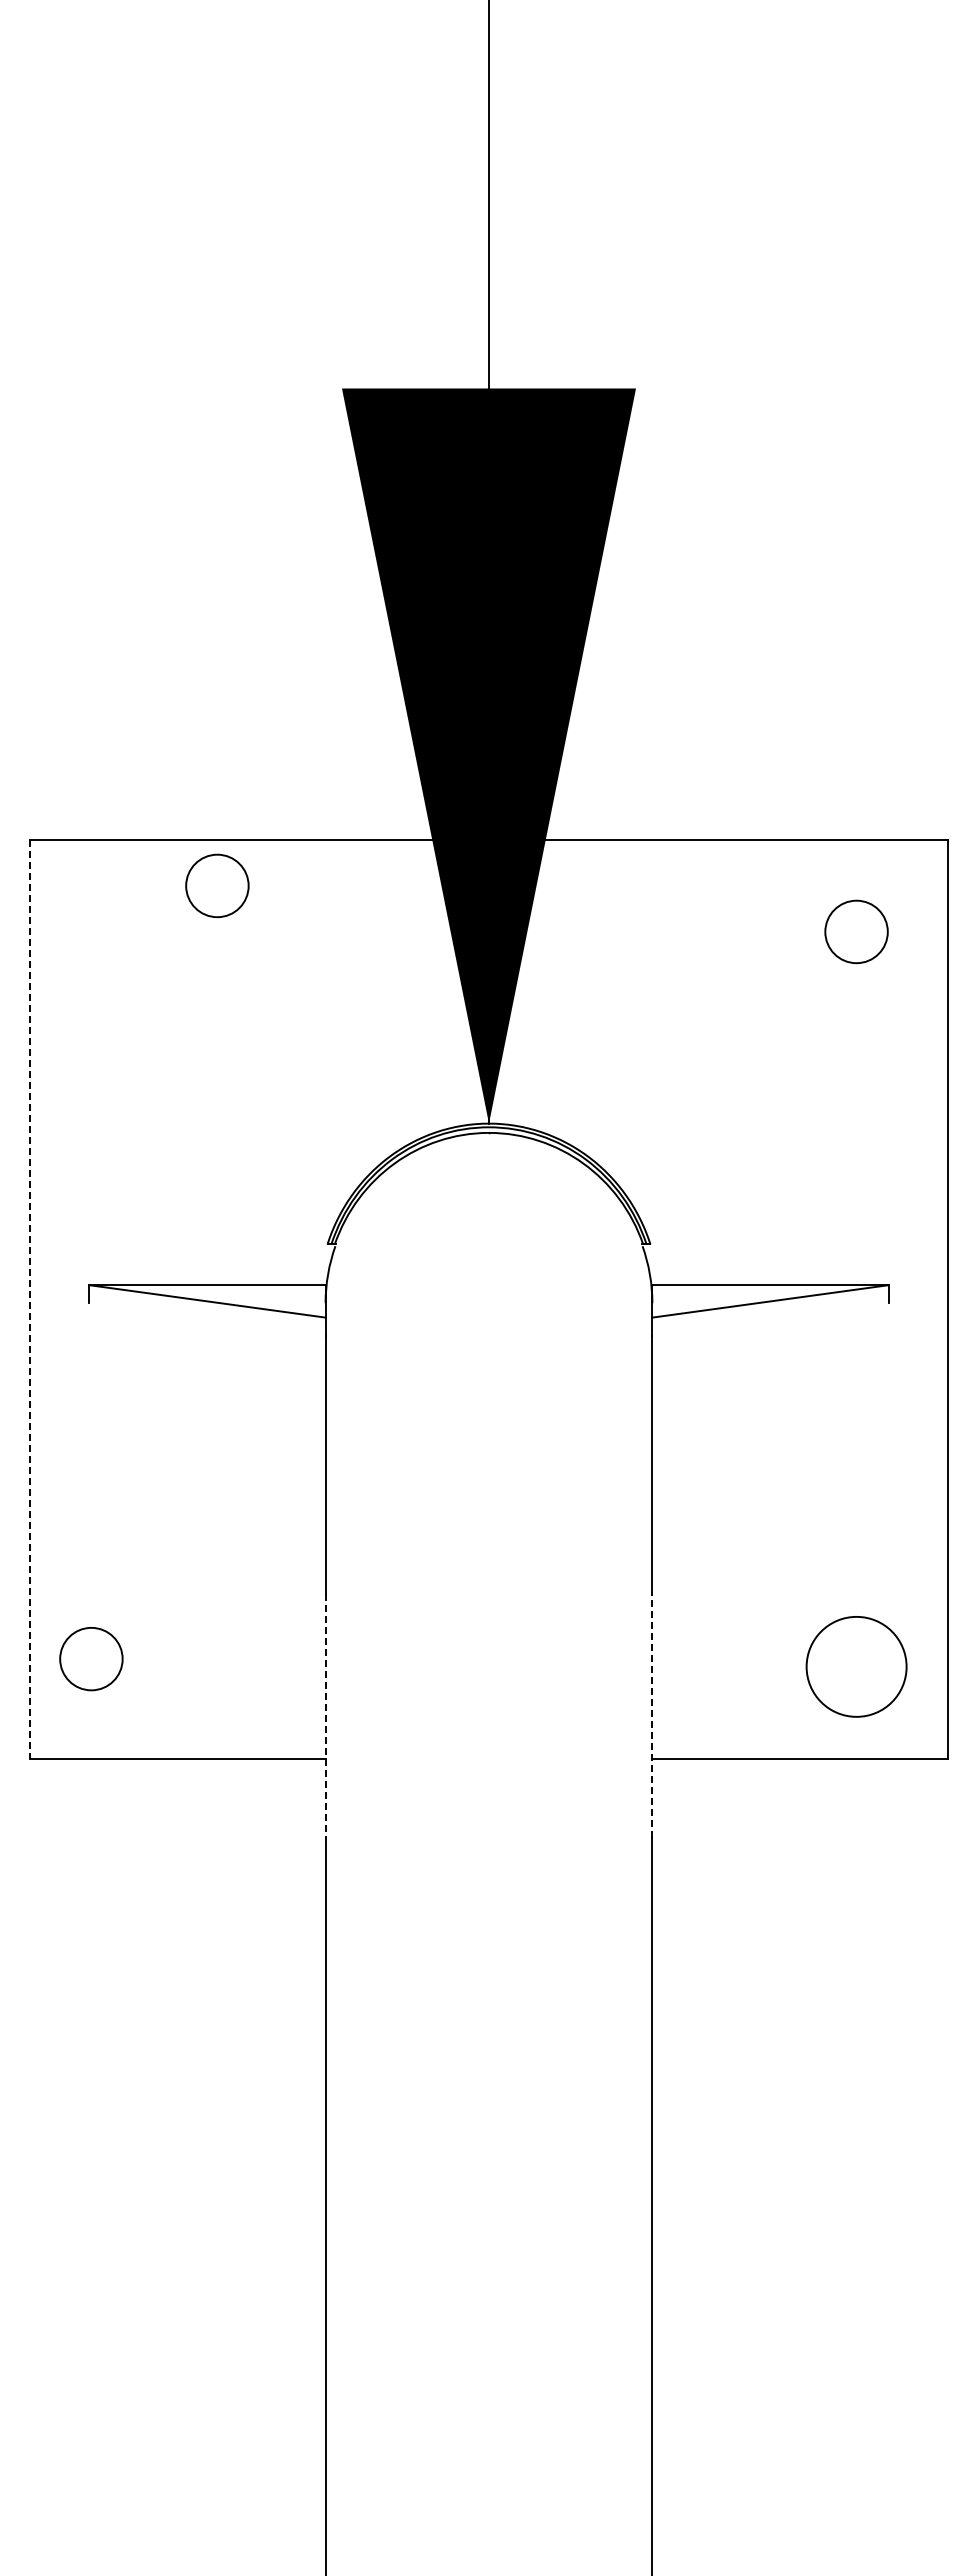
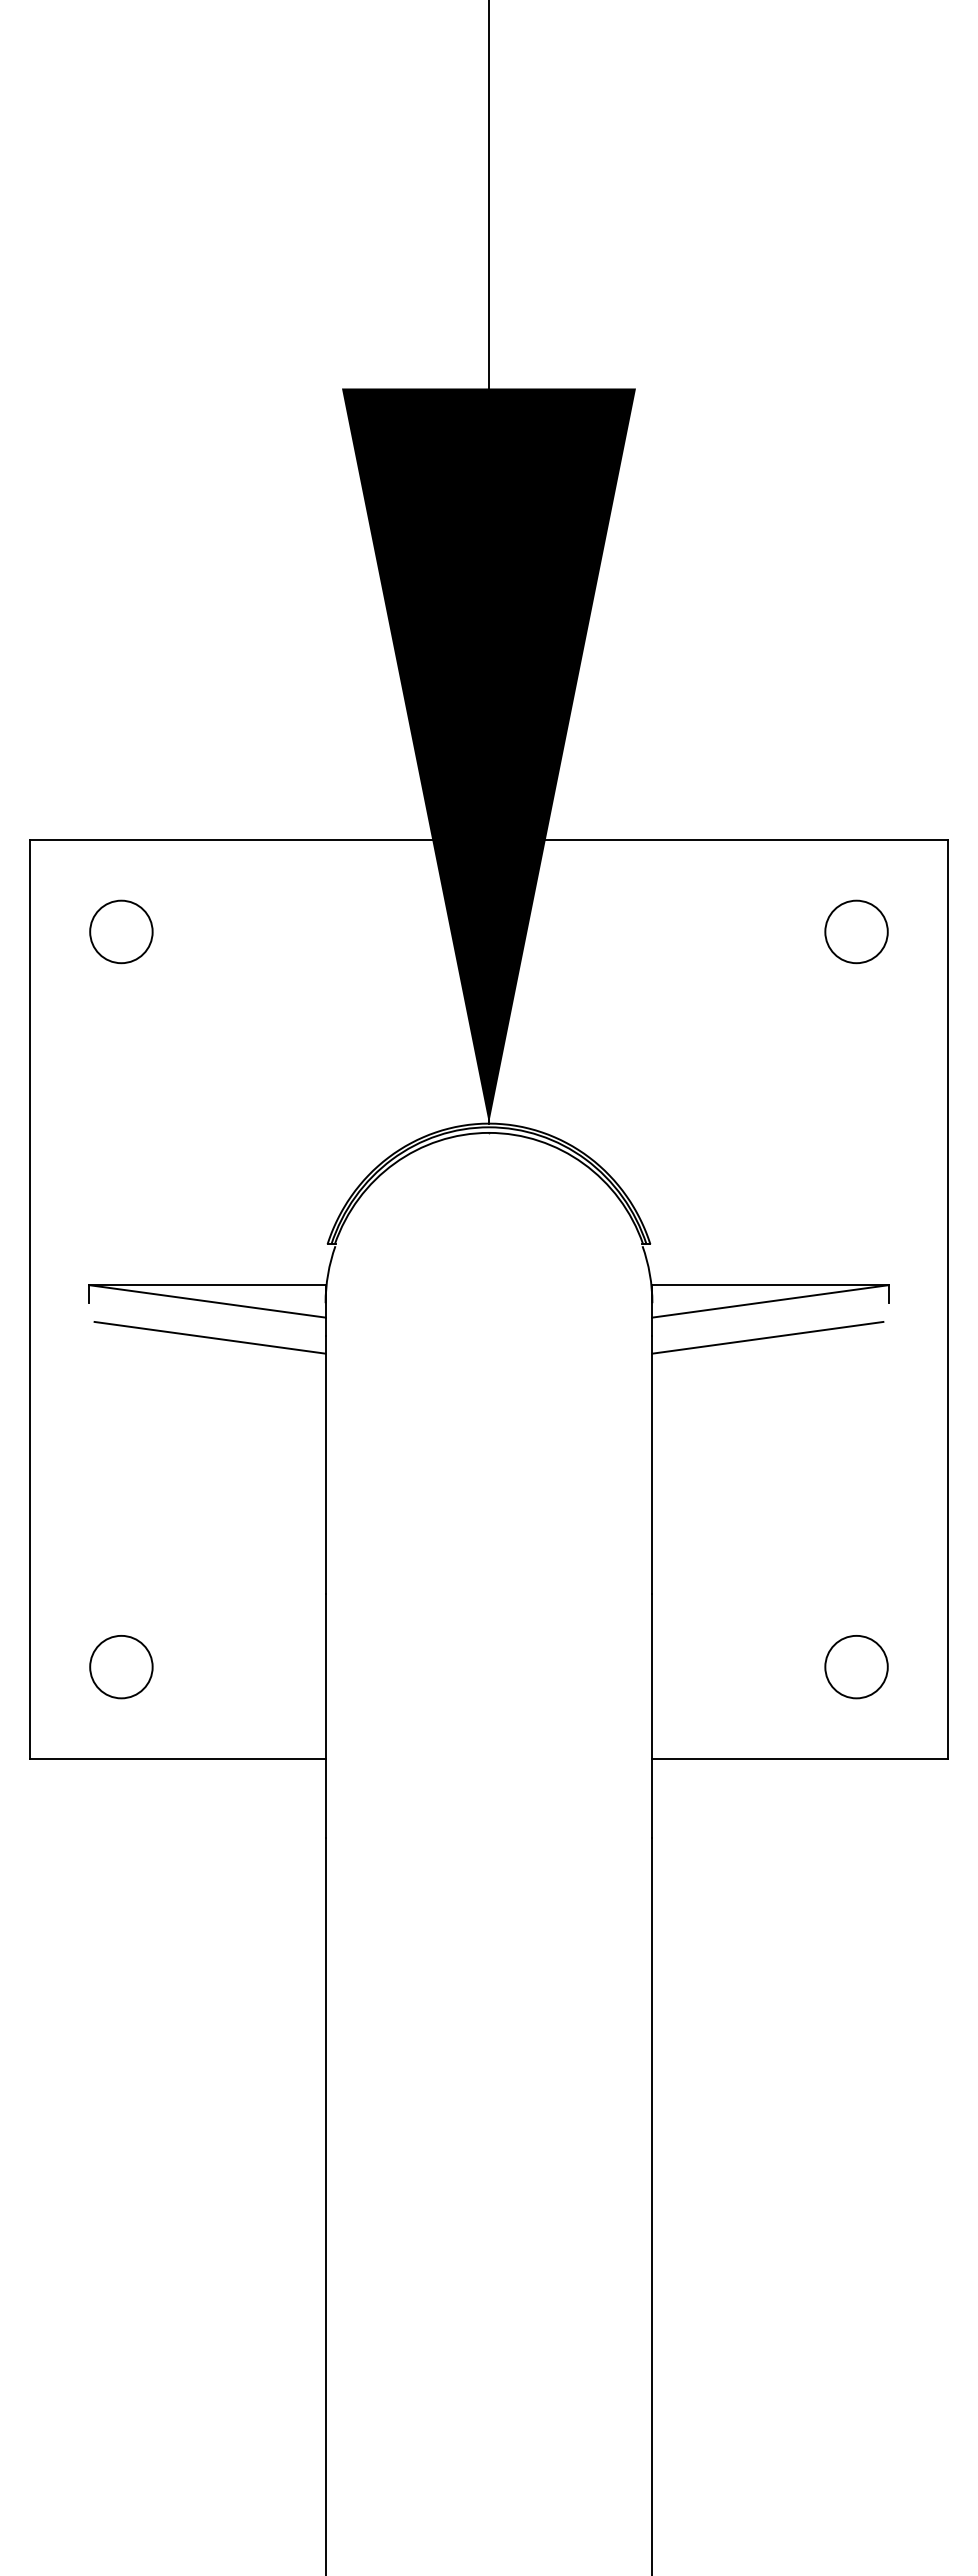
circle at (217, 885) position: (217, 885) -> (121, 931)
line at (29, 1300): dashed -> solid
line at (209, 1337): none -> present
line at (767, 1337): none -> present
circle at (91, 1659) position: (91, 1659) -> (121, 1667)
circle at (856, 1666) size: 103x102 px -> 65x65 px
line at (652, 1715): dashed -> solid
line at (325, 1716): dashed -> solid
